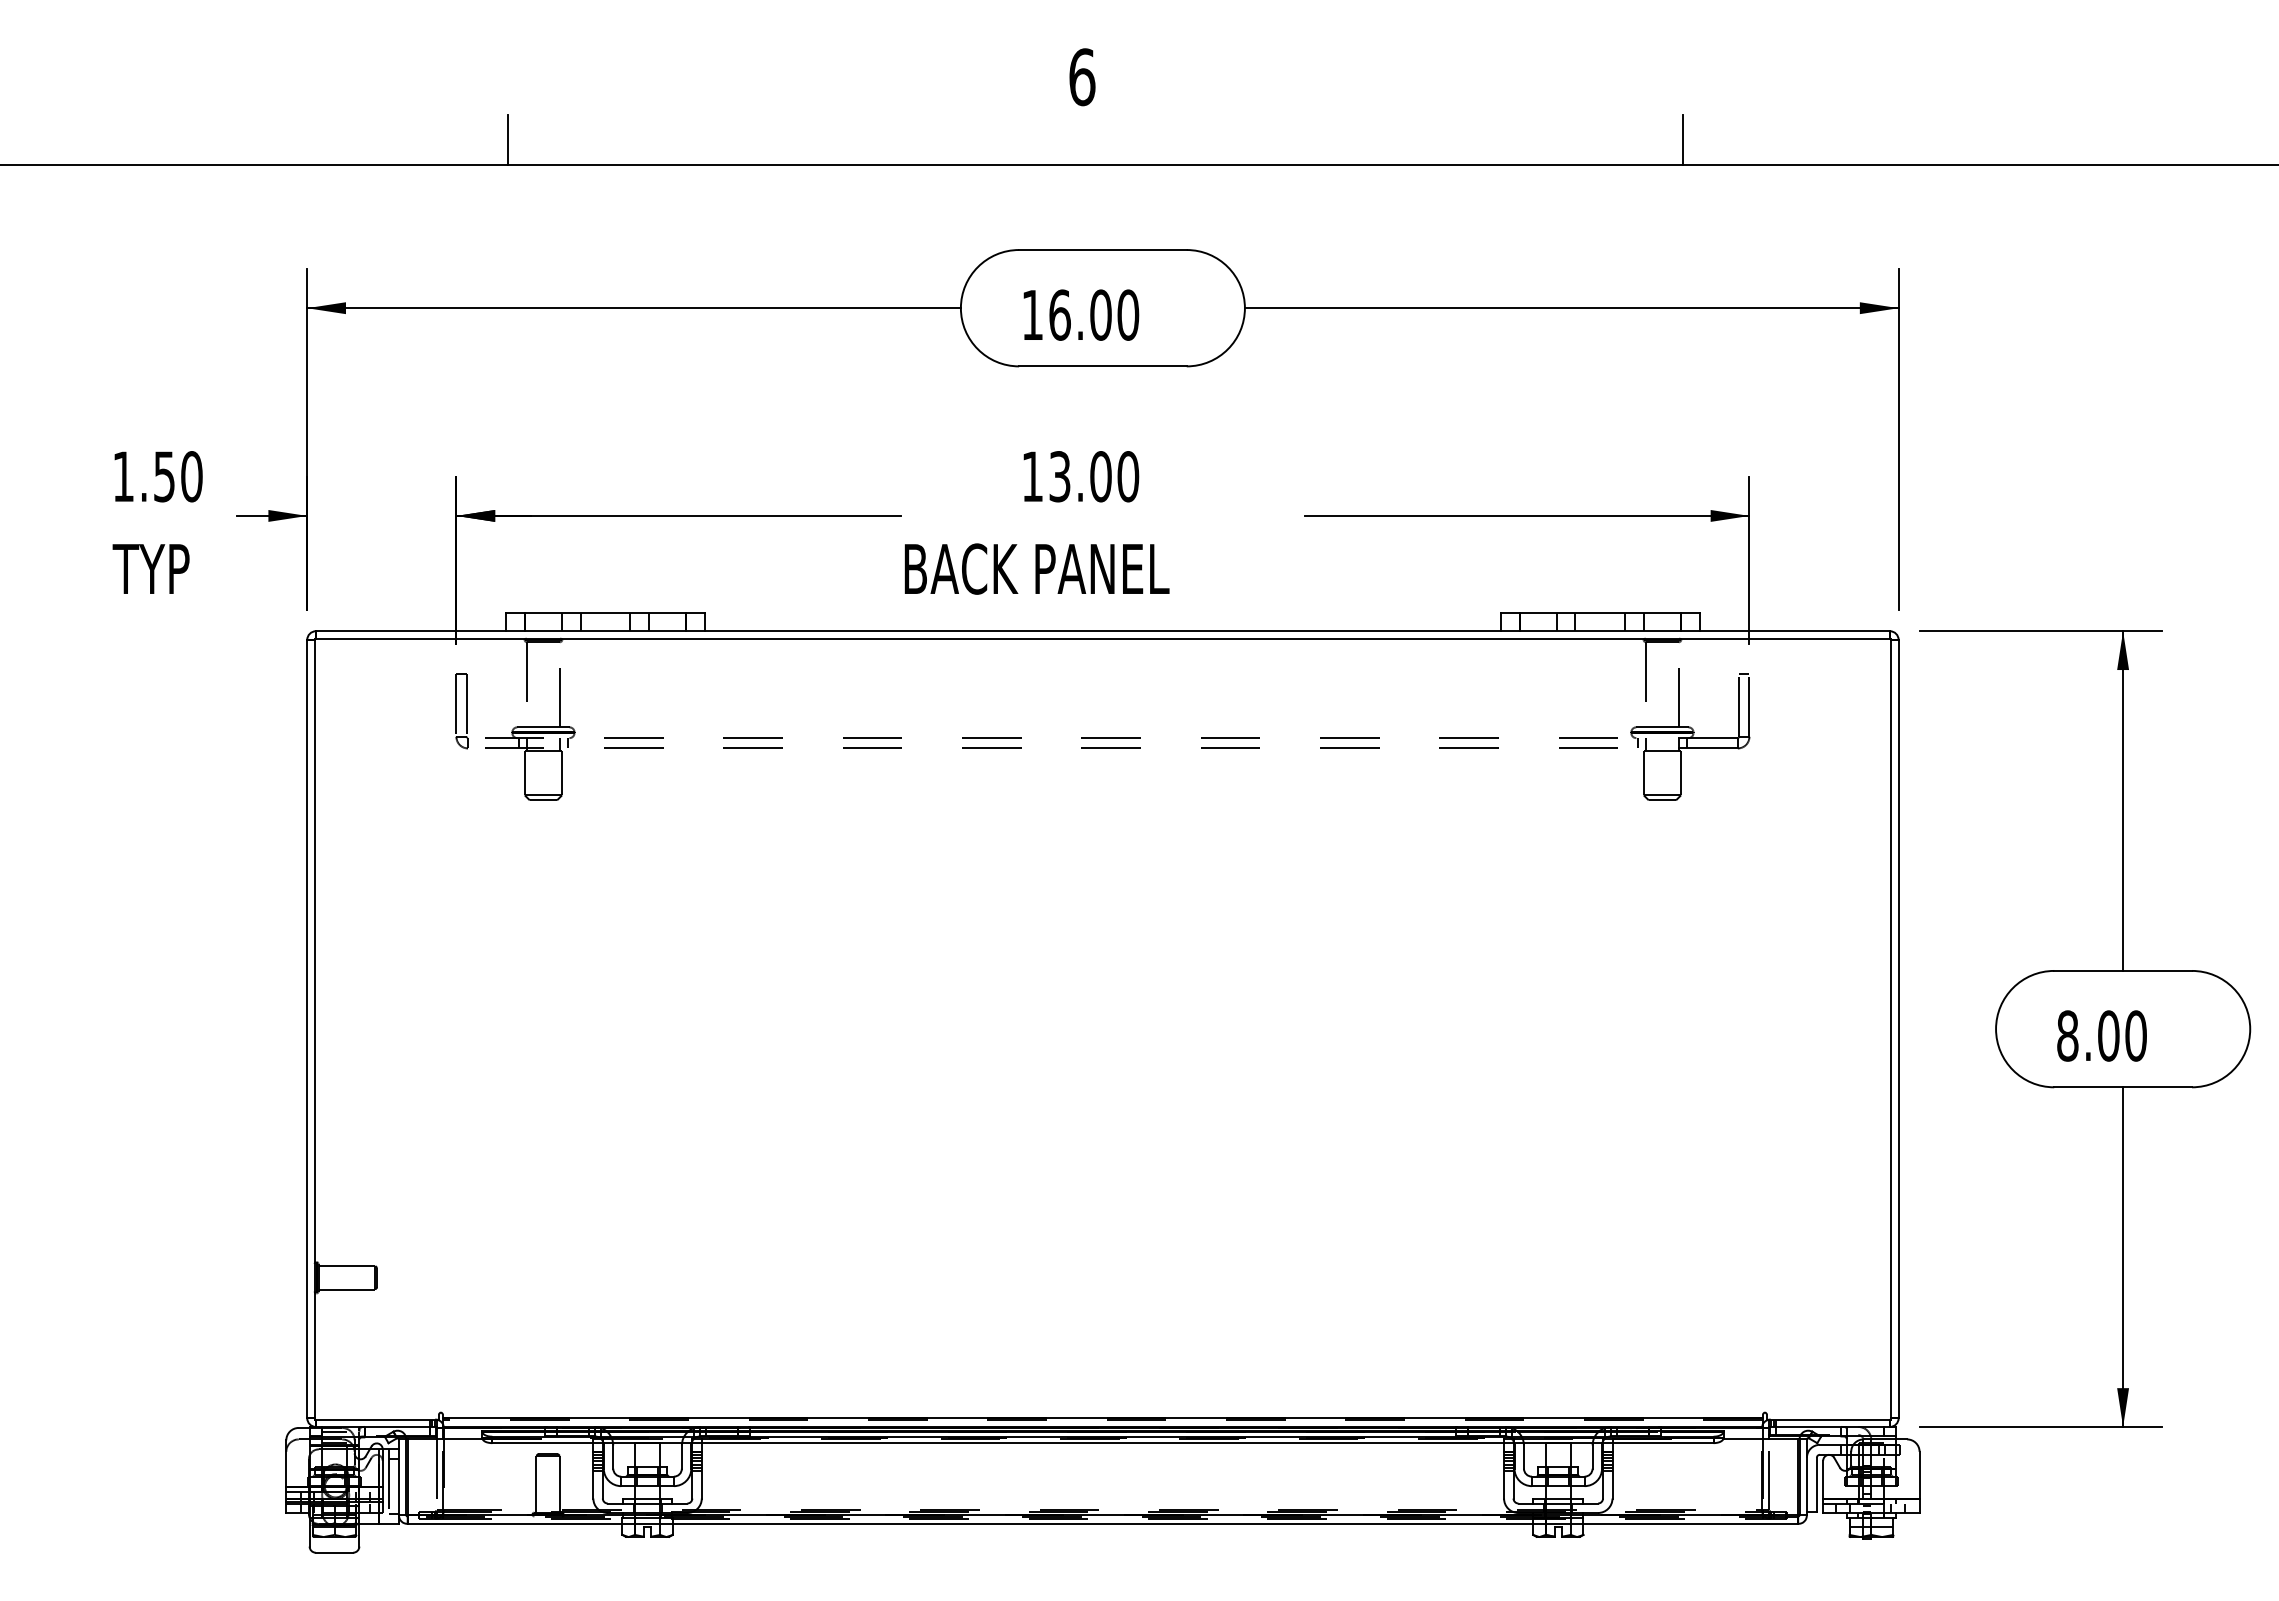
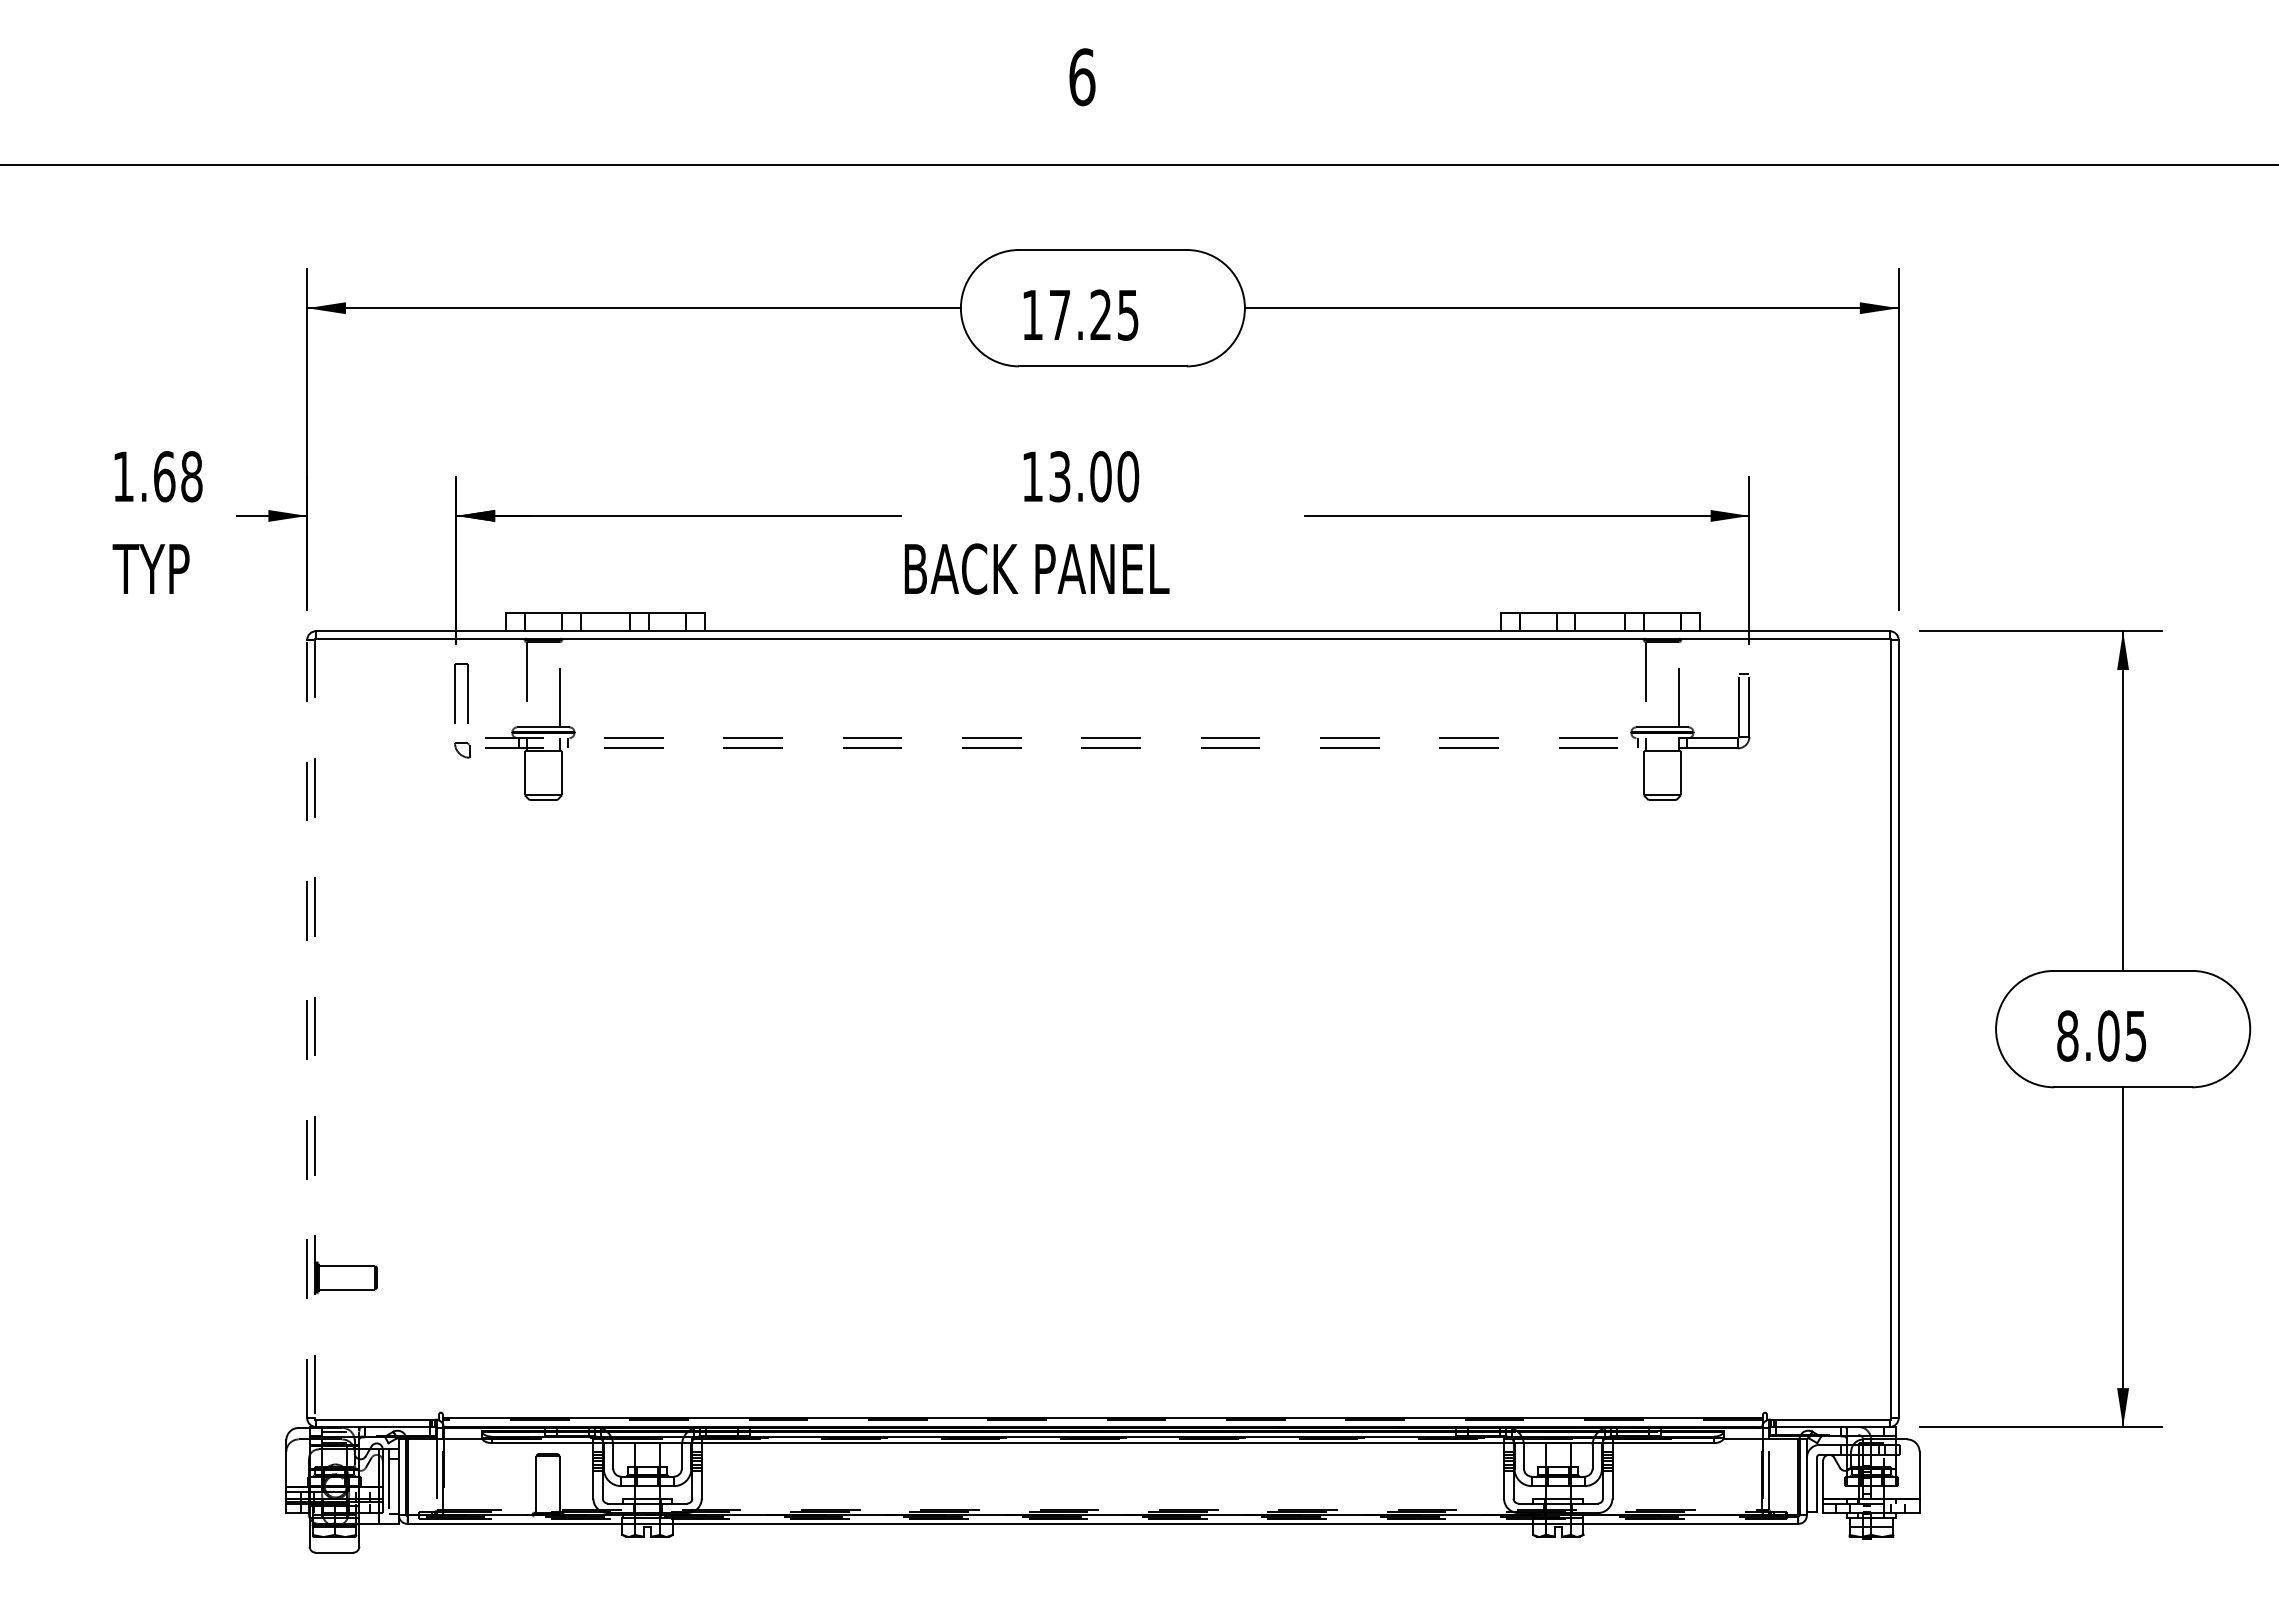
line at (507, 139): present -> none
line at (1682, 139): present -> none
text at (1094, 314): 16.00 -> 17.25
text at (178, 476): 1.50 -> 1.68
part at (461, 711) size: 14x77 px -> 17x96 px
line at (307, 1028): solid -> dashed
line at (314, 1029): solid -> dashed
text at (2135, 1035): 8.00 -> 8.05
